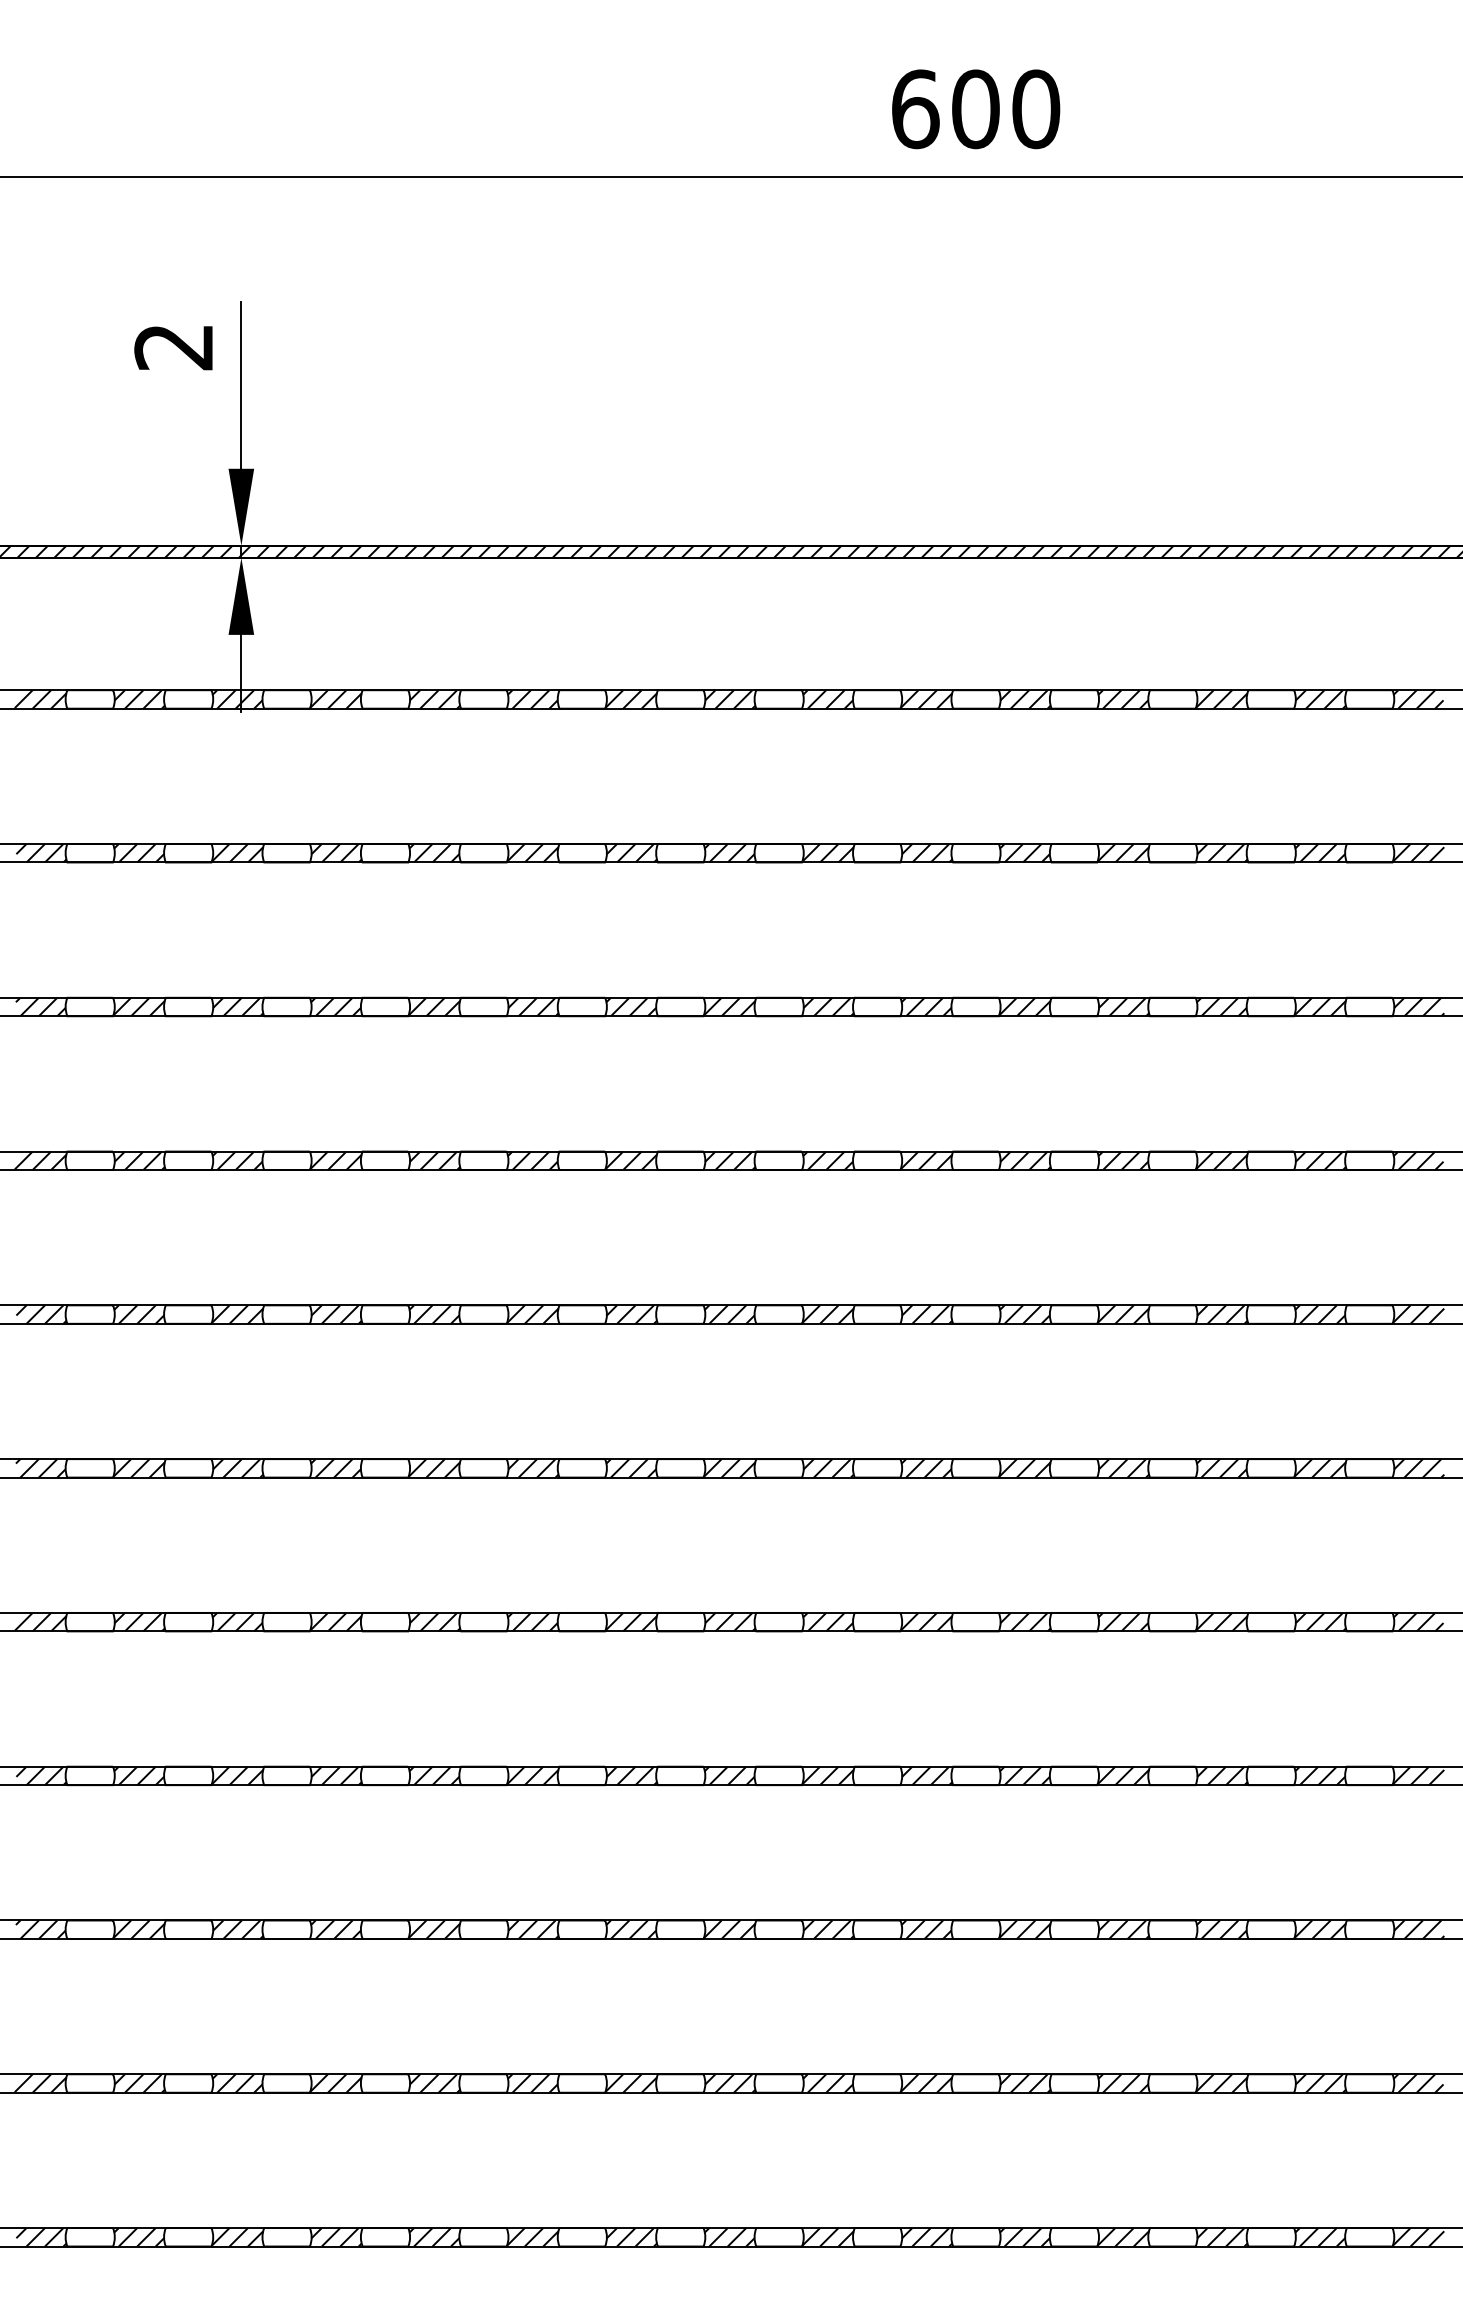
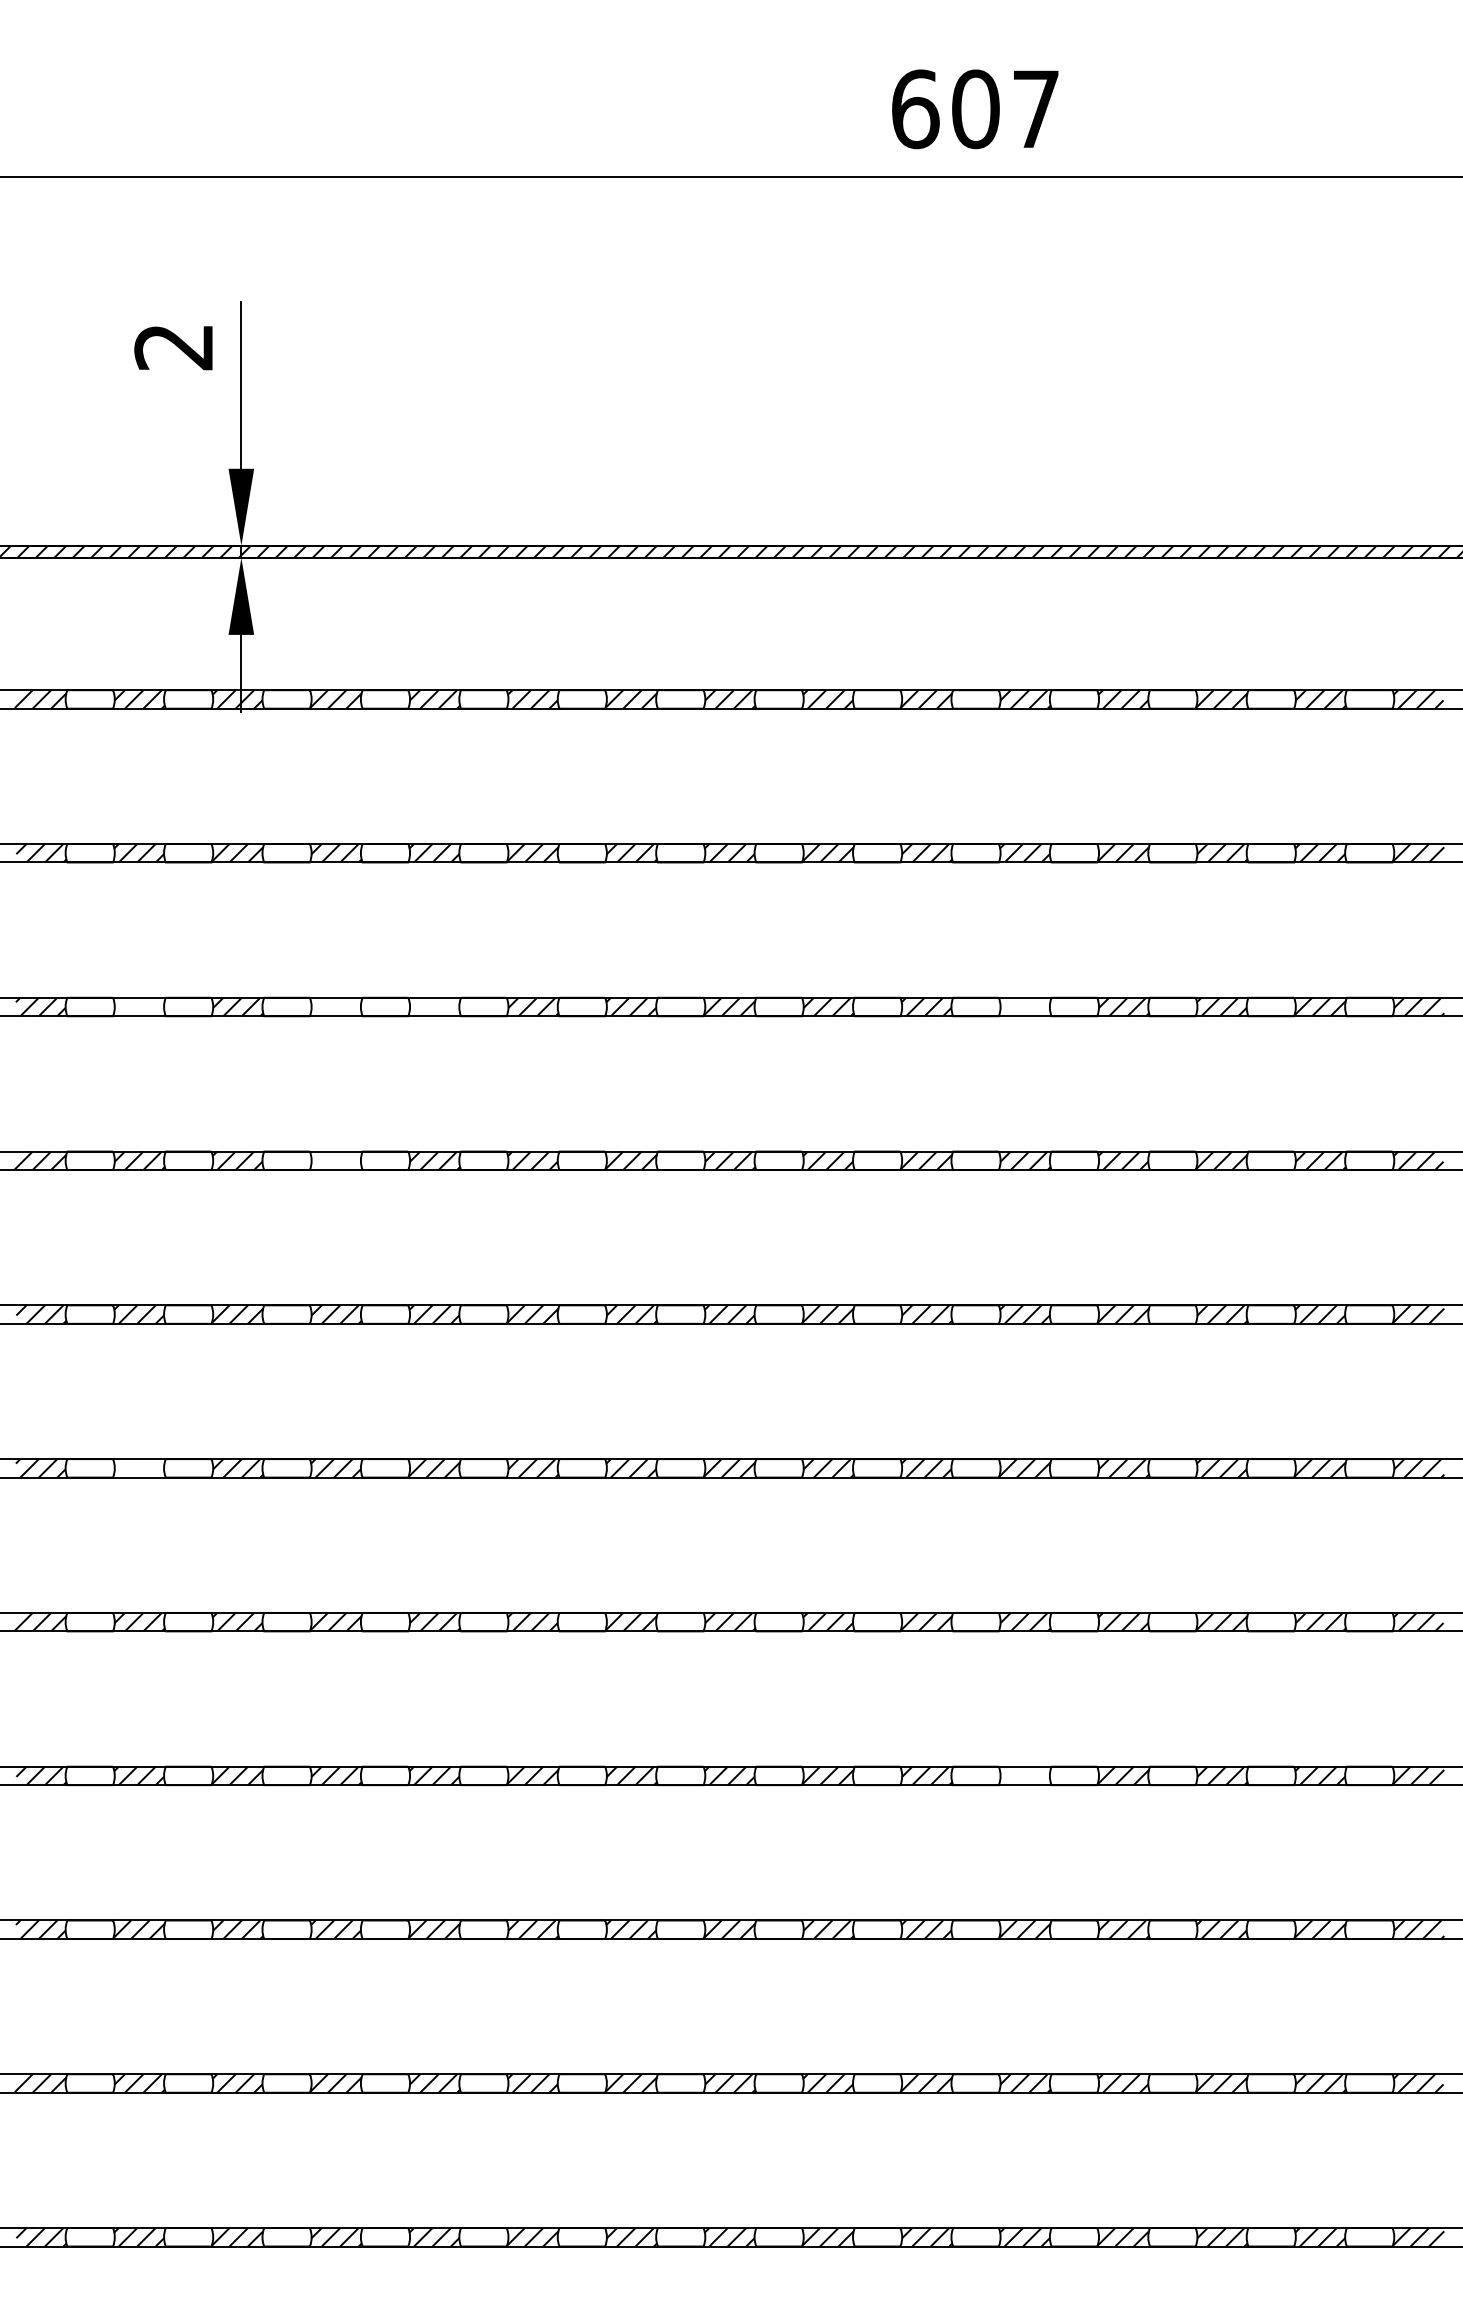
text at (1036, 109): 600 -> 607
hatch at (138, 1006): present -> none
hatch at (335, 1006): present -> none
hatch at (434, 1006): present -> none
hatch at (1024, 1006): present -> none
hatch at (335, 1160): present -> none
hatch at (138, 1468): present -> none
hatch at (1024, 1775): present -> none
